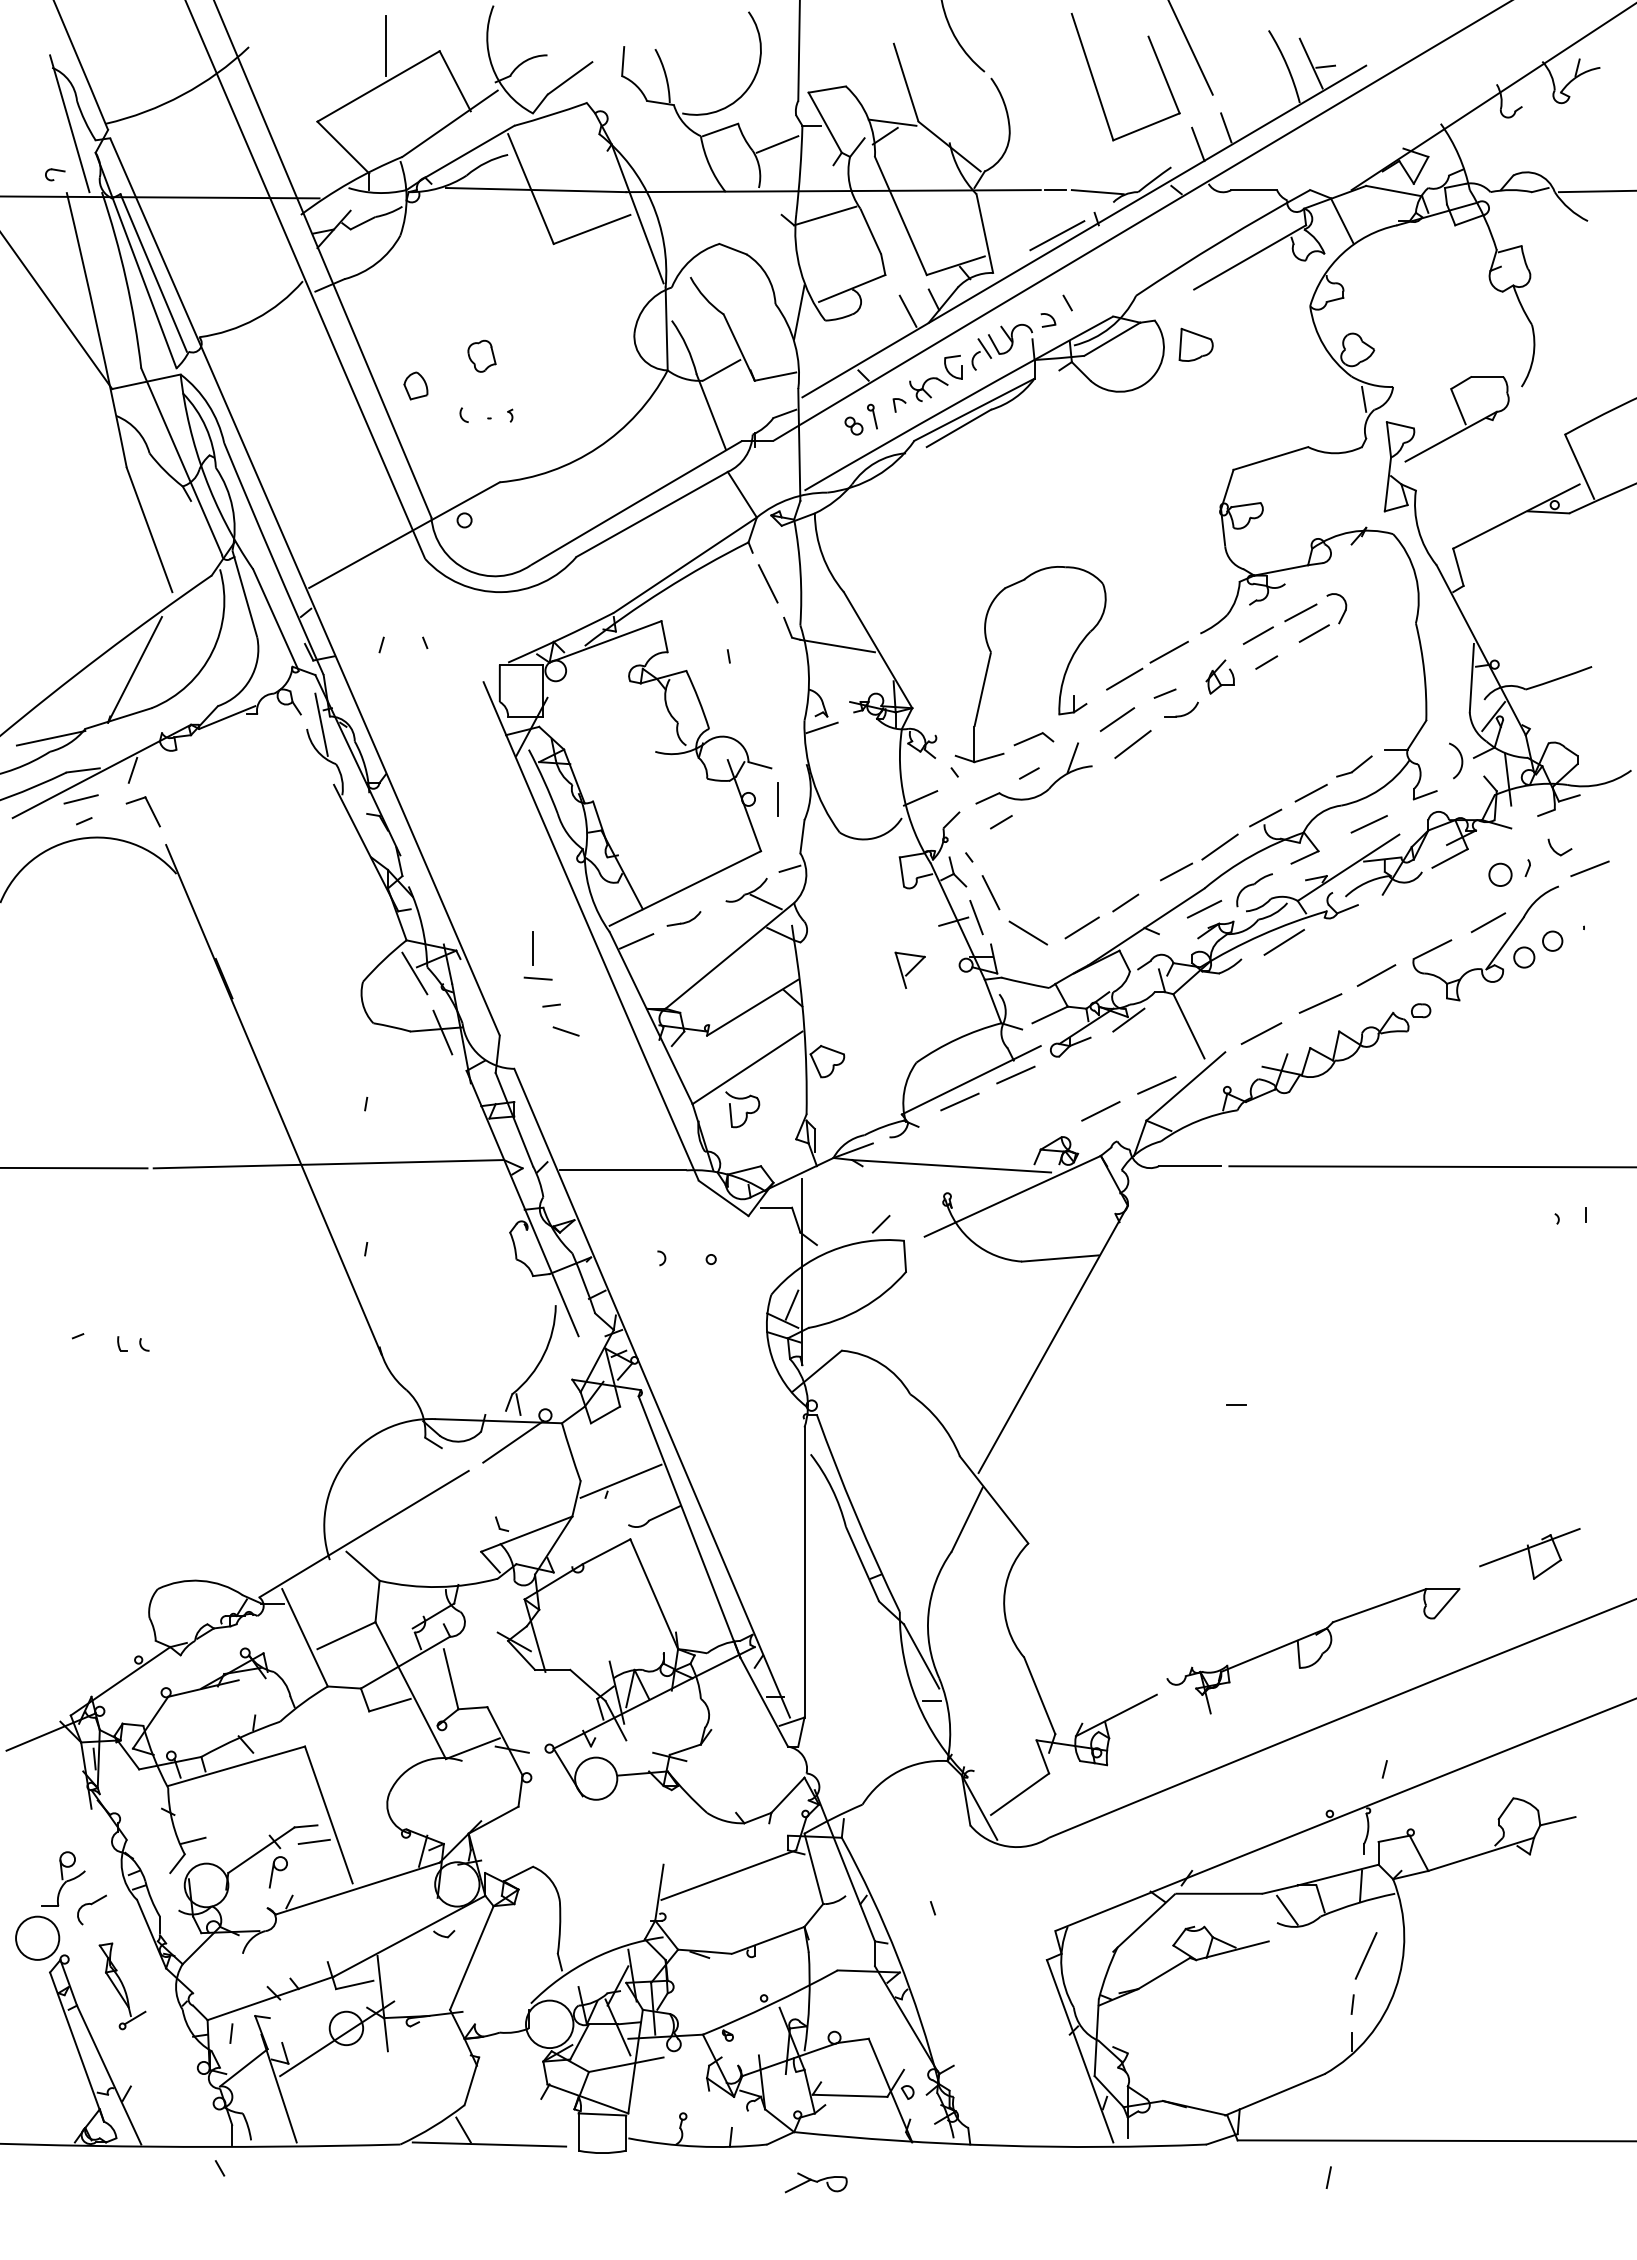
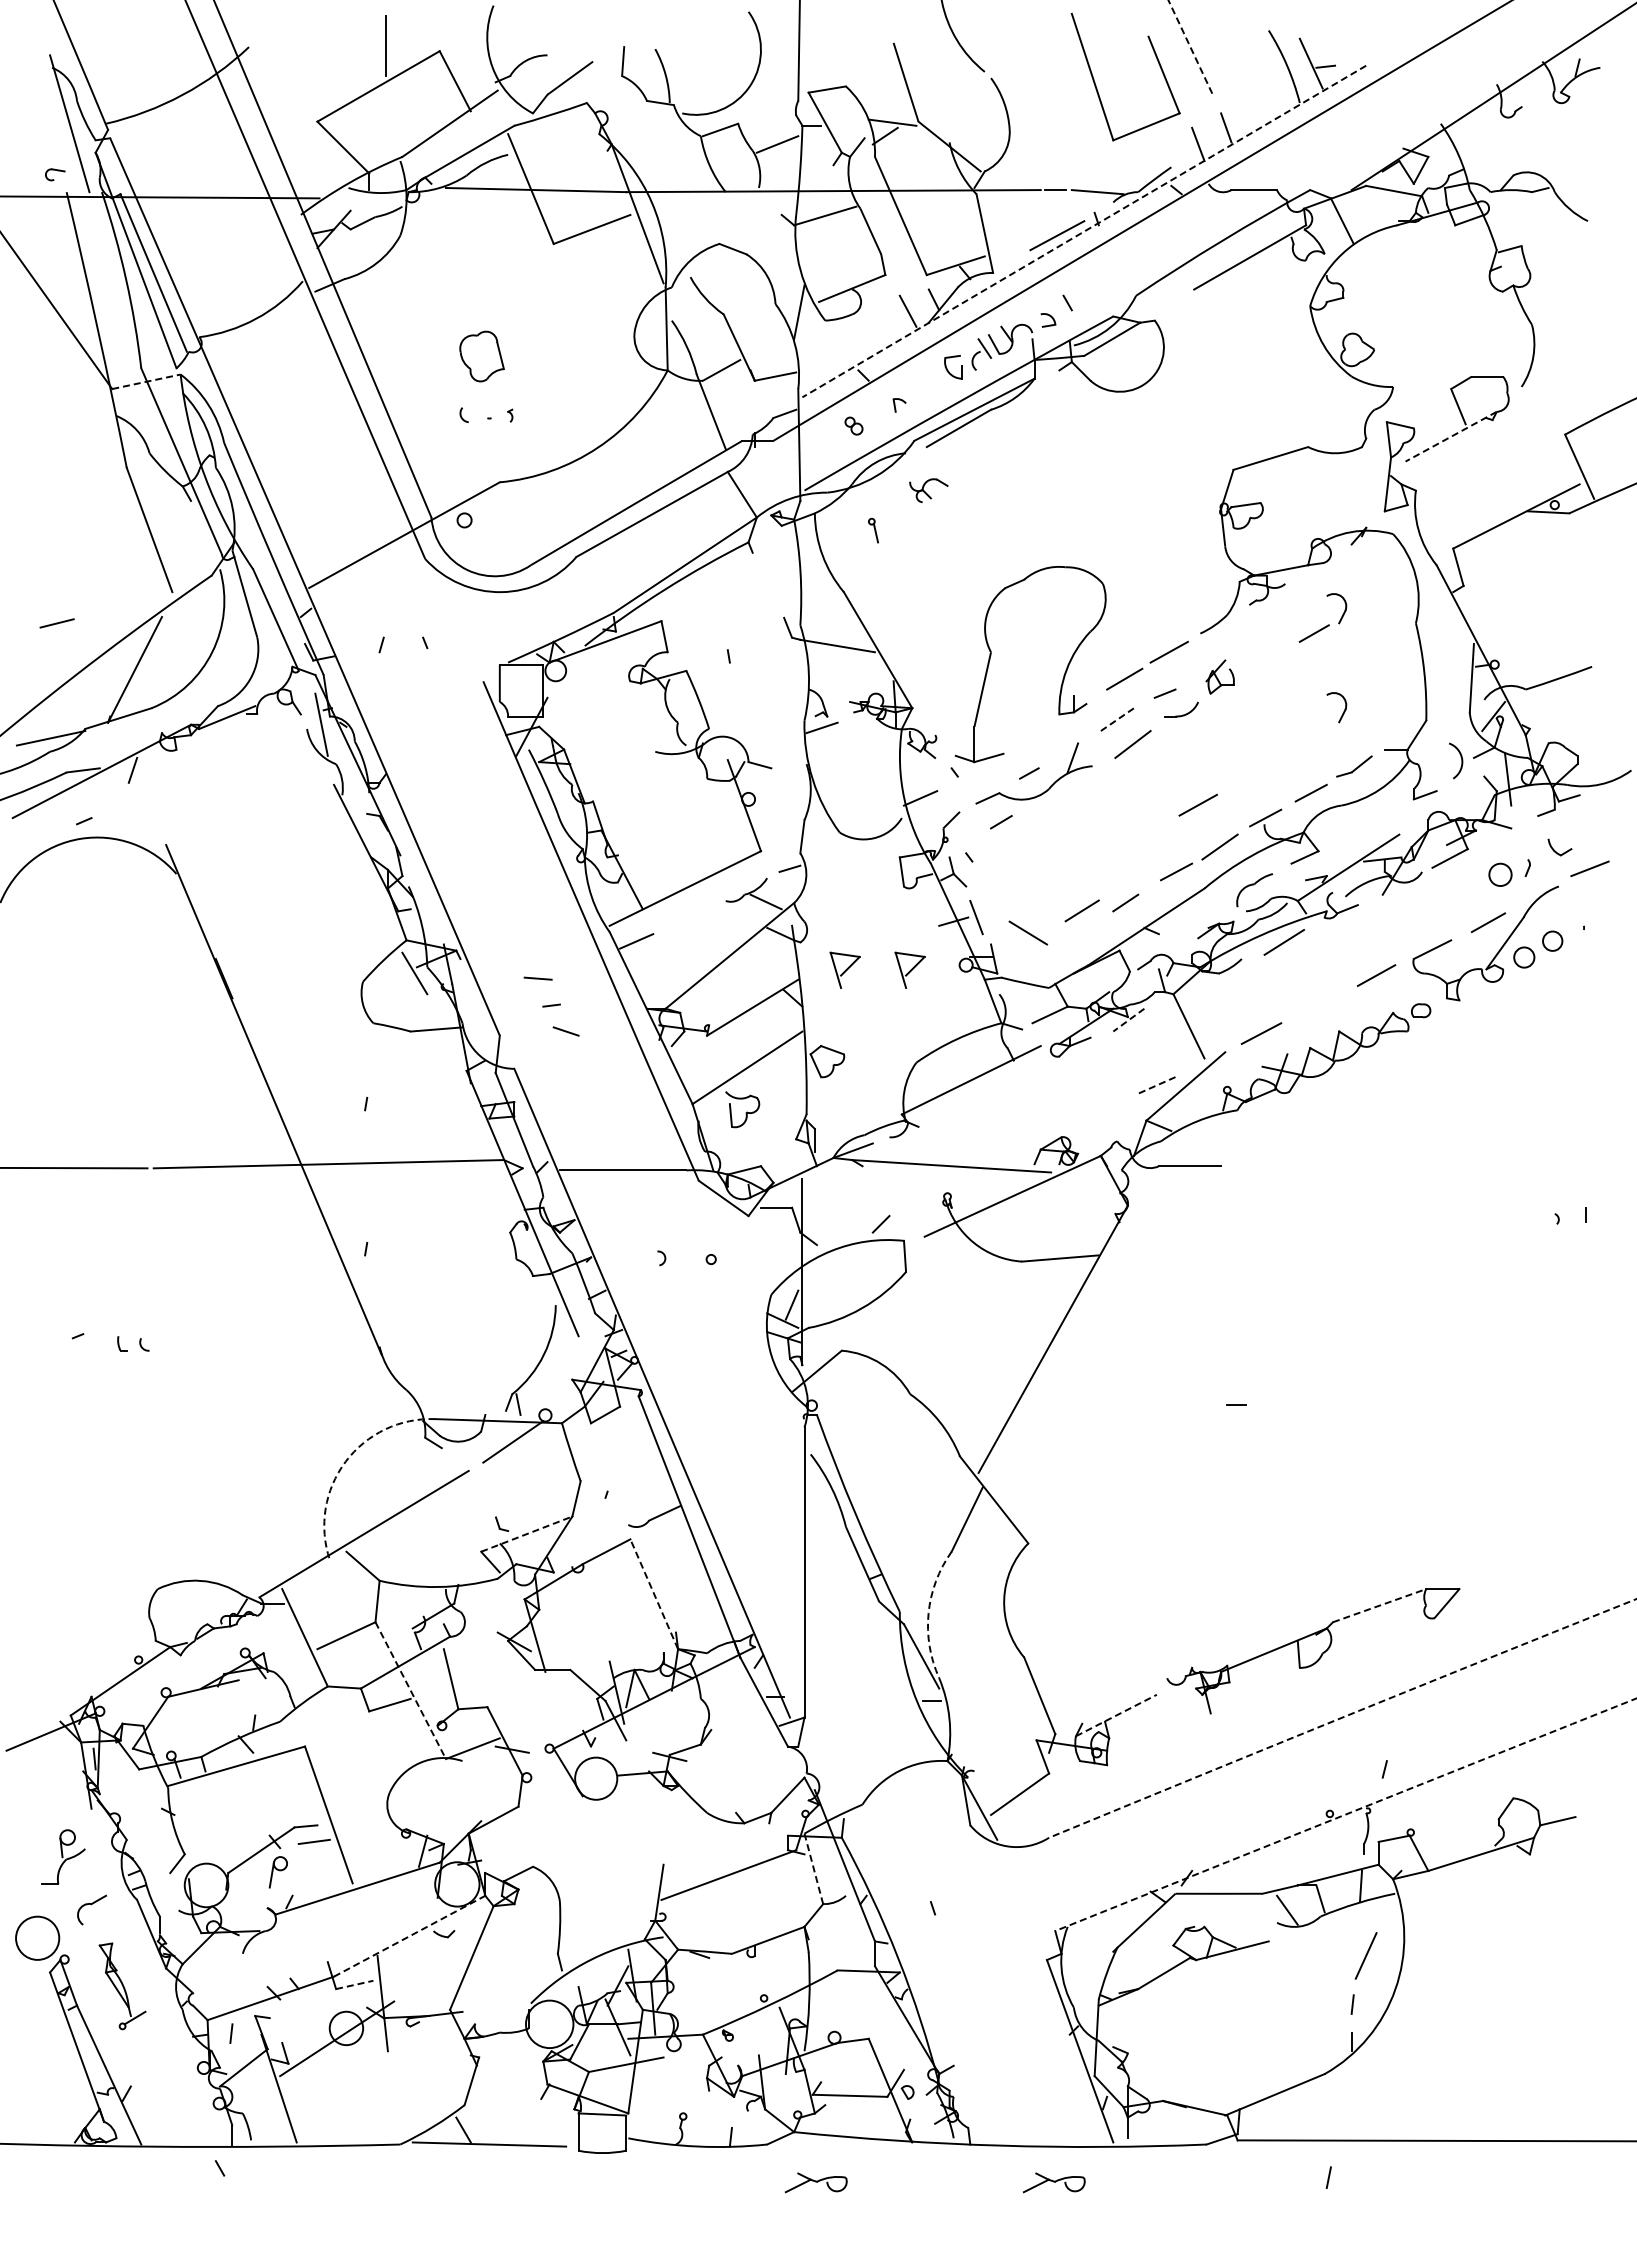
line at (1190, 47): solid -> dashed
line at (1595, 191): present -> none
line at (1083, 231): solid -> dashed
part at (1195, 344): present -> none
part at (481, 355) size: 30x34 px -> 46x53 px
line at (146, 381): solid -> dashed
part at (415, 385): present -> none
part at (928, 389) position: (928, 389) -> (928, 490)
line at (1364, 398): present -> none
part at (872, 416) position: (872, 416) -> (873, 530)
line at (1451, 436): solid -> dashed
line at (767, 583): present -> none
line at (1300, 612): present -> none
line at (1257, 635): present -> none
line at (1266, 662): present -> none
part at (1344, 708): none -> present
line at (1117, 719): solid -> dashed
part at (1033, 739): present -> none
line at (80, 799) position: (80, 799) -> (56, 623)
line at (777, 799): present -> none
line at (1197, 804): none -> present
part at (149, 807): present -> none
line at (1368, 824): present -> none
line at (990, 892): present -> none
line at (1204, 908): present -> none
part at (683, 918): present -> none
line at (1081, 927) position: (1081, 927) -> (1081, 910)
line at (532, 948): present -> none
part at (844, 969): none -> present
line at (1320, 1003): present -> none
line at (1128, 1020): solid -> dashed
line at (442, 1032): present -> none
line at (1015, 1074): present -> none
line at (1156, 1085): solid -> dashed
line at (959, 1101): present -> none
line at (1100, 1111): present -> none
line at (1431, 1166): present -> none
arc at (345, 1461): solid -> dashed
line at (620, 1480): present -> none
line at (526, 1534): solid -> dashed
part at (1529, 1553): present -> none
line at (654, 1594): solid -> dashed
line at (1380, 1605): solid -> dashed
arc at (928, 1613): solid -> dashed
line at (410, 1690): solid -> dashed
line at (1116, 1715): solid -> dashed
arc at (1342, 1717): solid -> dashed
arc at (1346, 1814): solid -> dashed
line at (192, 1840): present -> none
line at (813, 1869): solid -> dashed
part at (63, 1878) position: (63, 1878) -> (63, 1856)
line at (409, 1936): solid -> dashed
line at (355, 1984): solid -> dashed
part at (1053, 2182): none -> present
